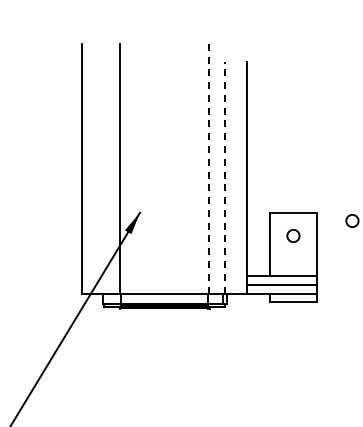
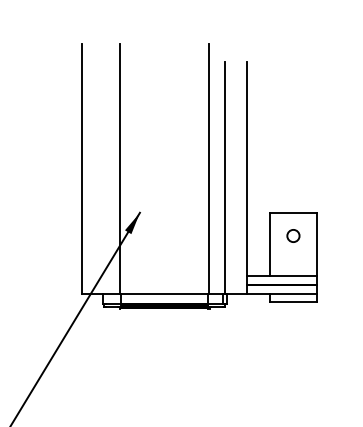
line at (209, 168): dashed -> solid
line at (225, 177): dashed -> solid
circle at (352, 220): present -> none
